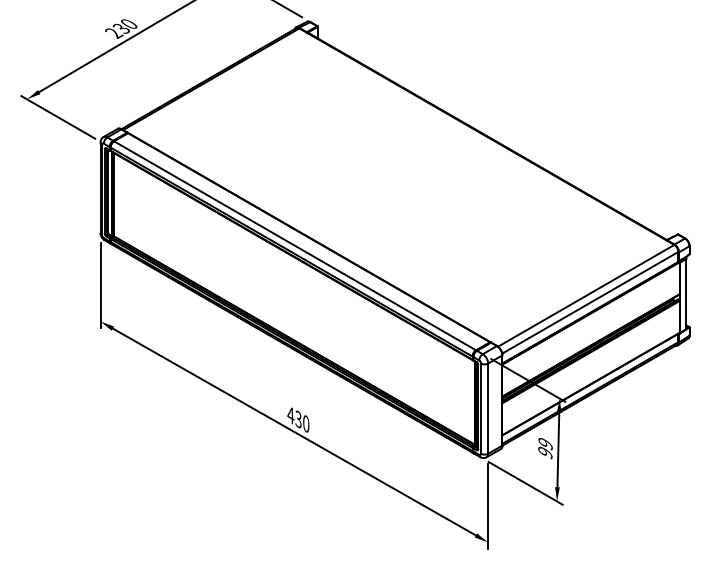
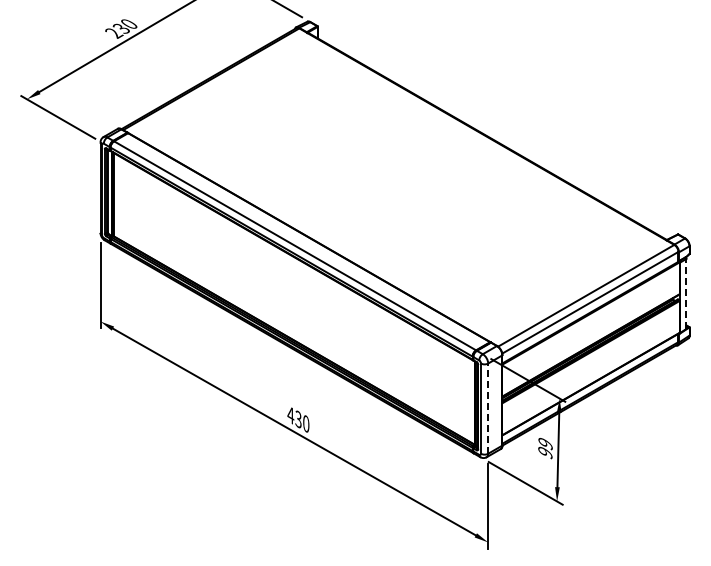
line at (686, 293): solid -> dashed
line at (488, 408): solid -> dashed
